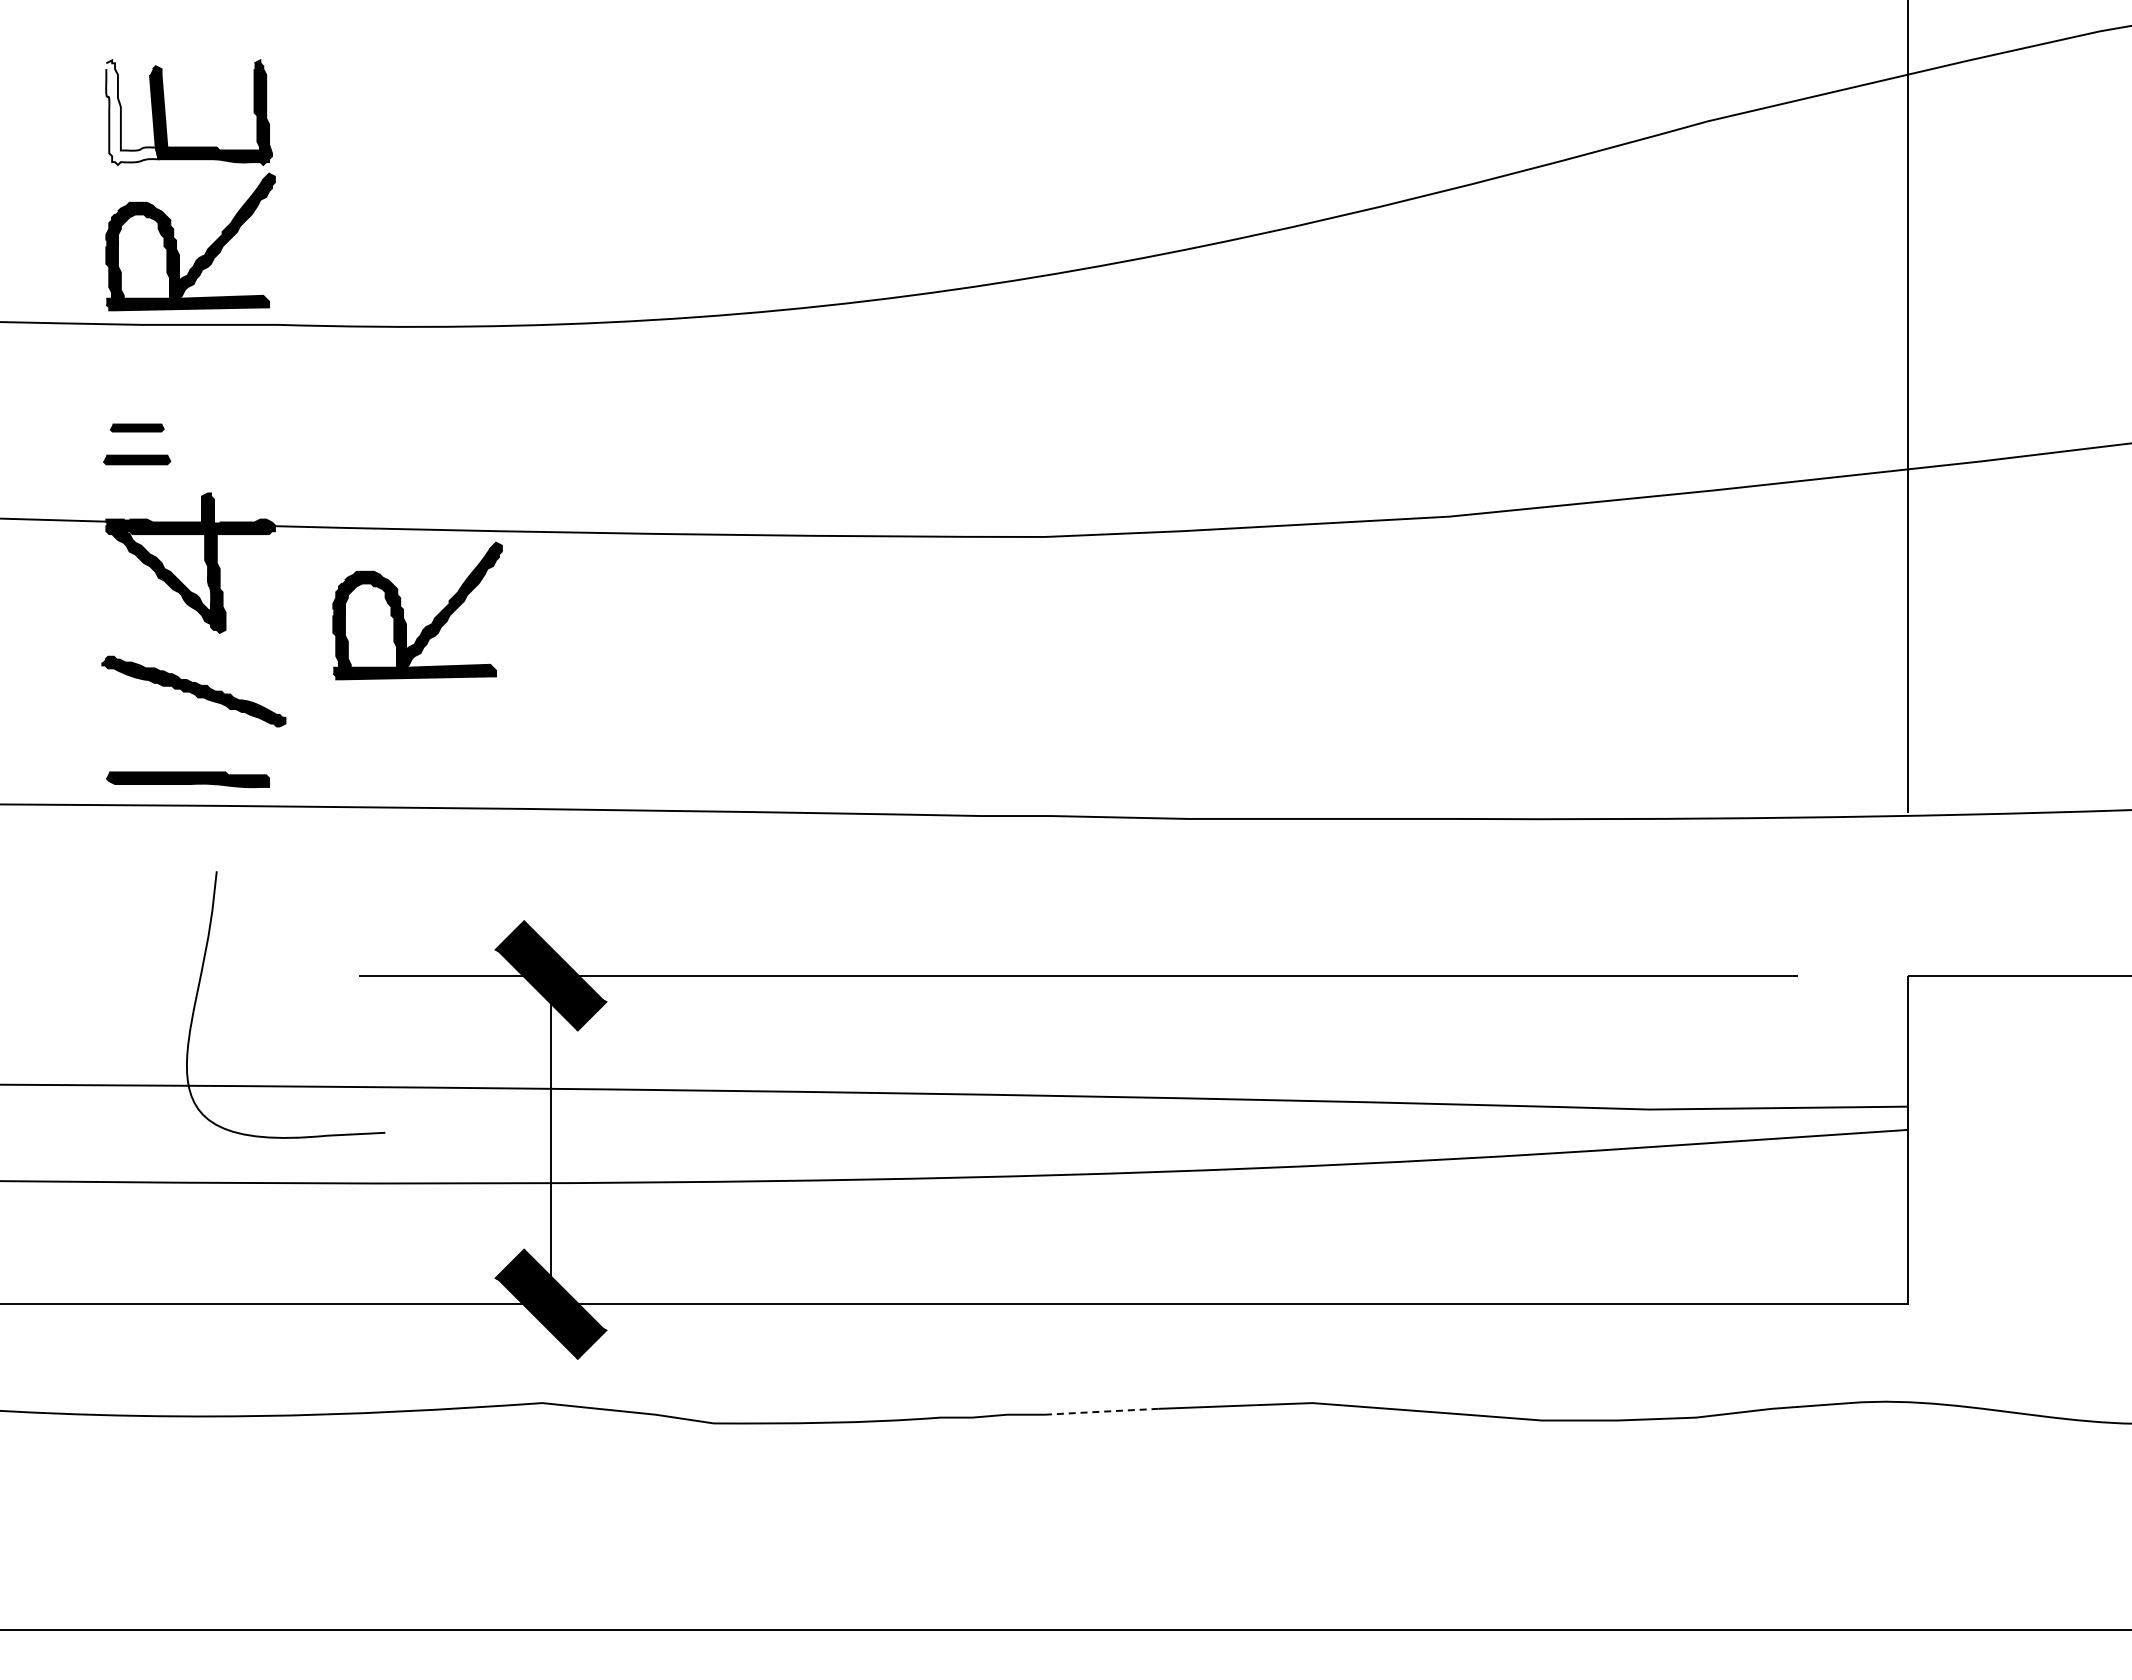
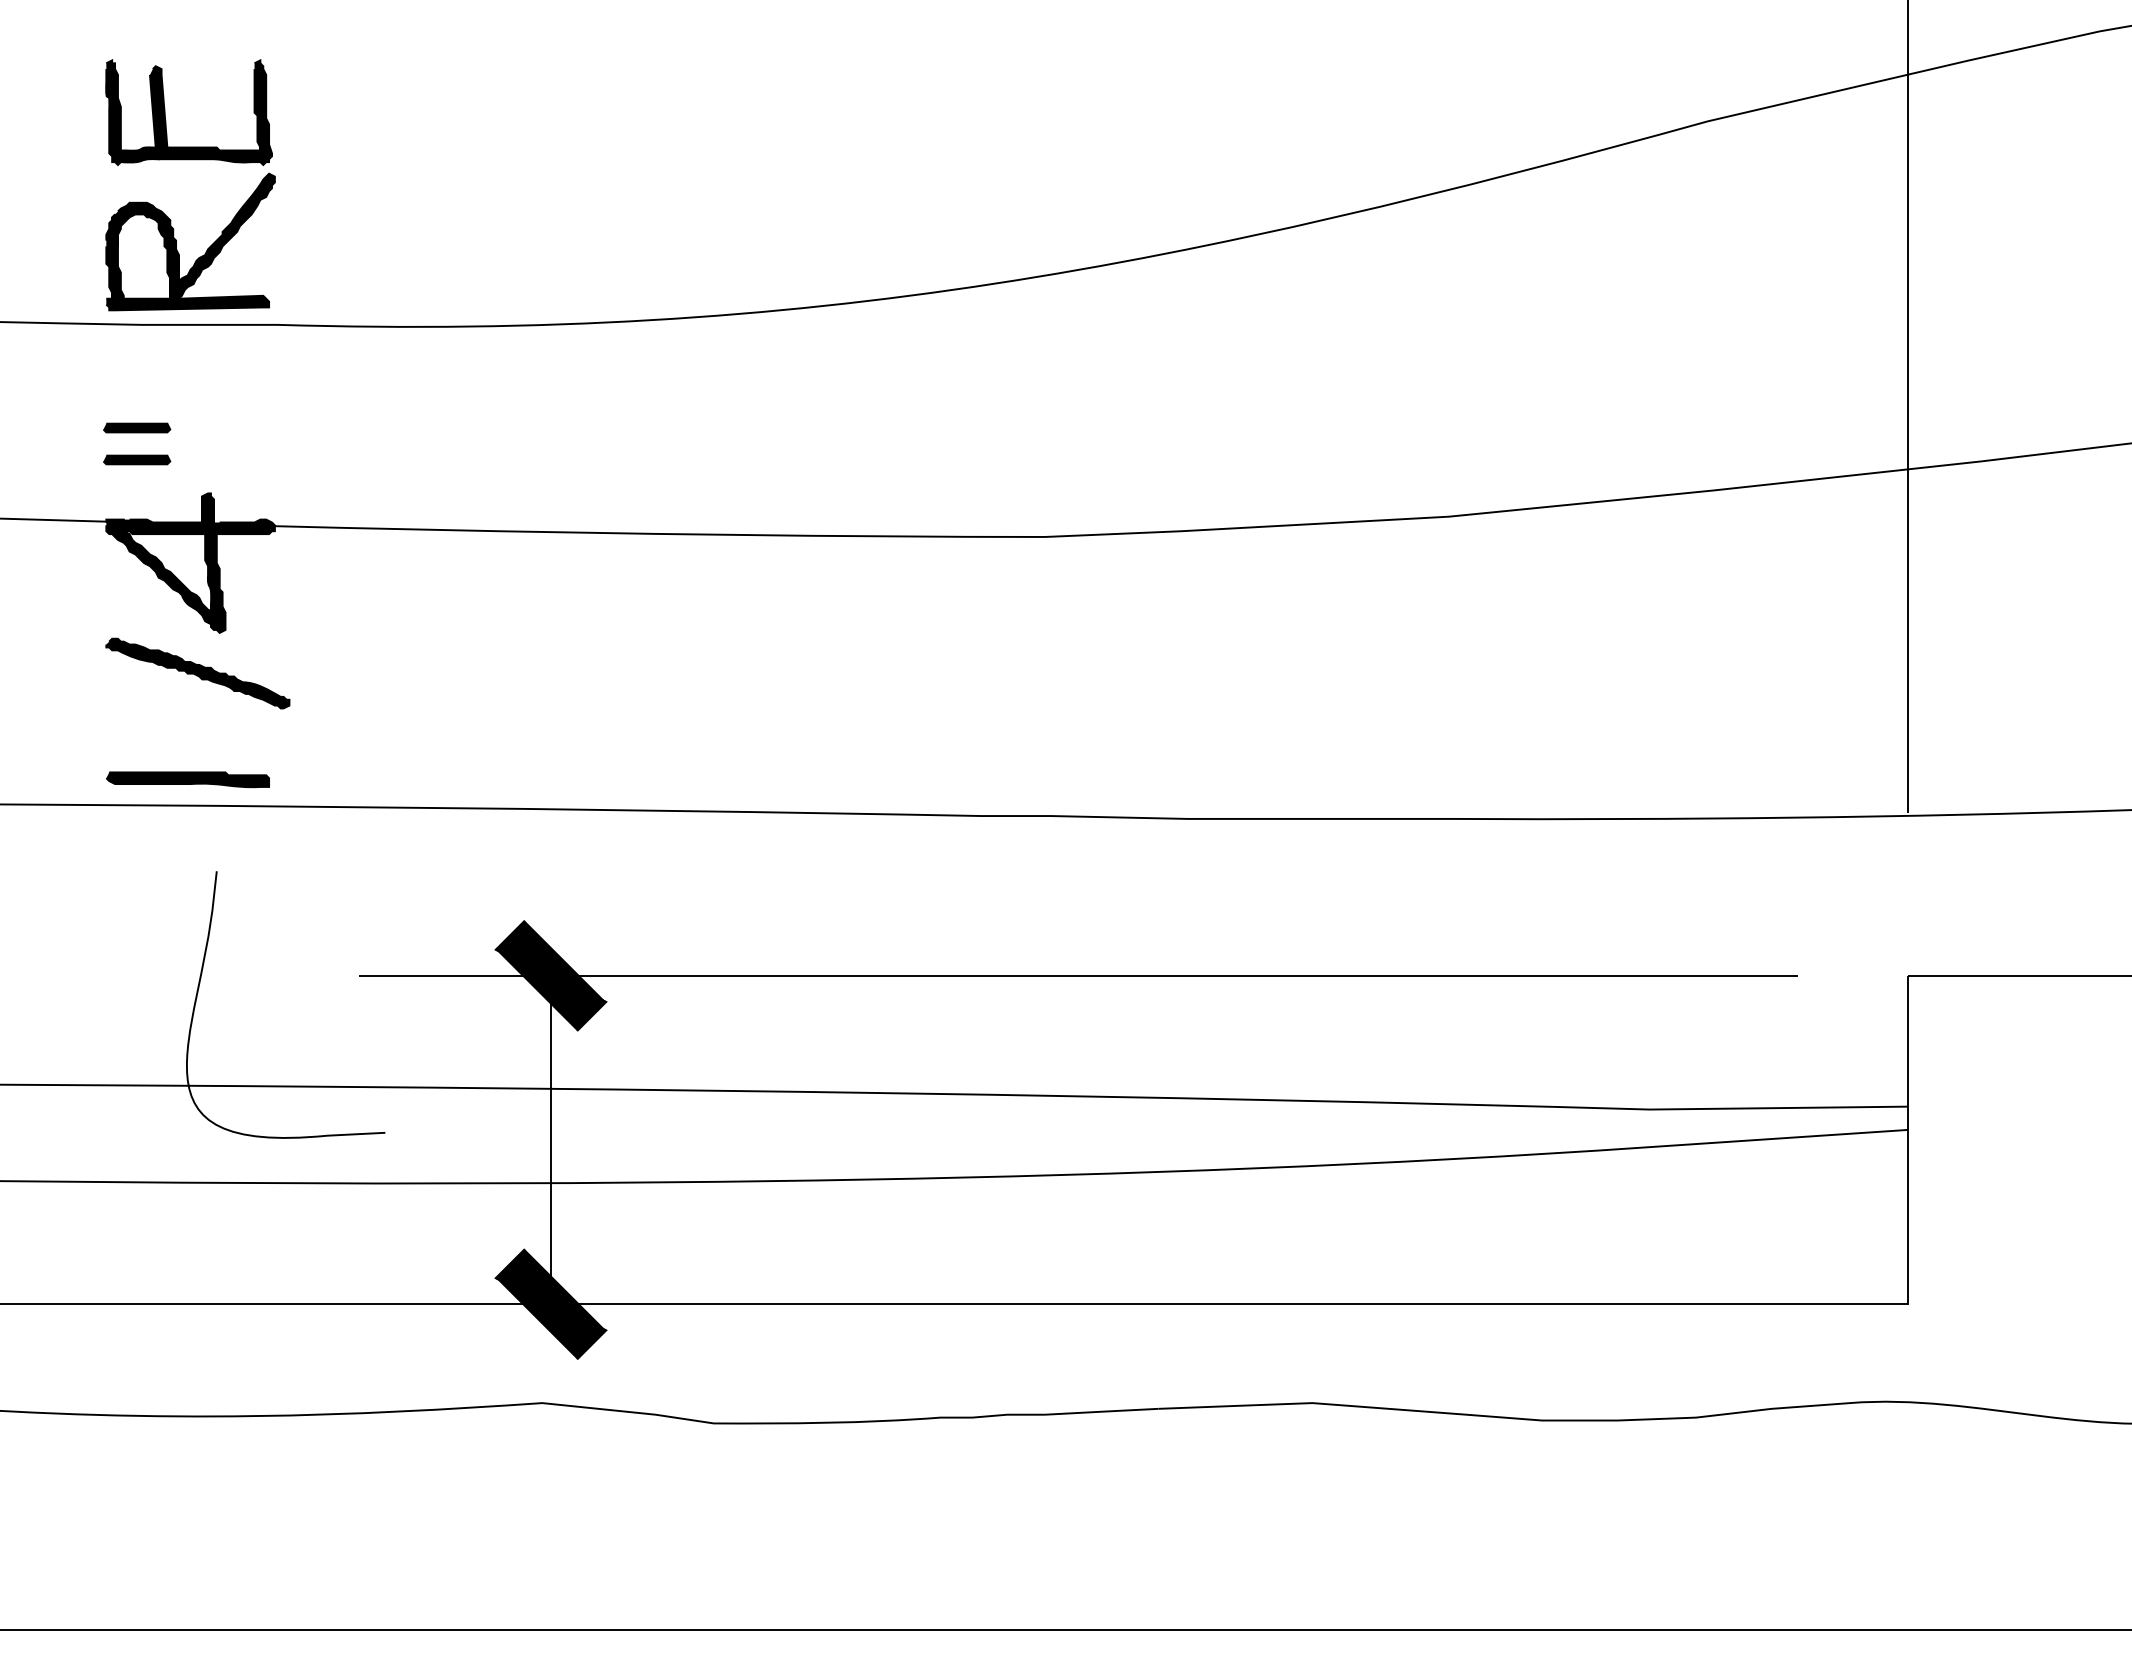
fill at (132, 112): none -> present
part at (136, 427) size: 56x10 px -> 69x12 px
part at (403, 610): present -> none
part at (193, 691) position: (193, 691) -> (197, 673)
line at (1101, 1411): dashed -> solid
